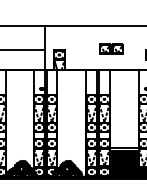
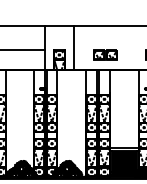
line at (73, 48): none -> present
part at (111, 48) position: (111, 48) -> (105, 54)
